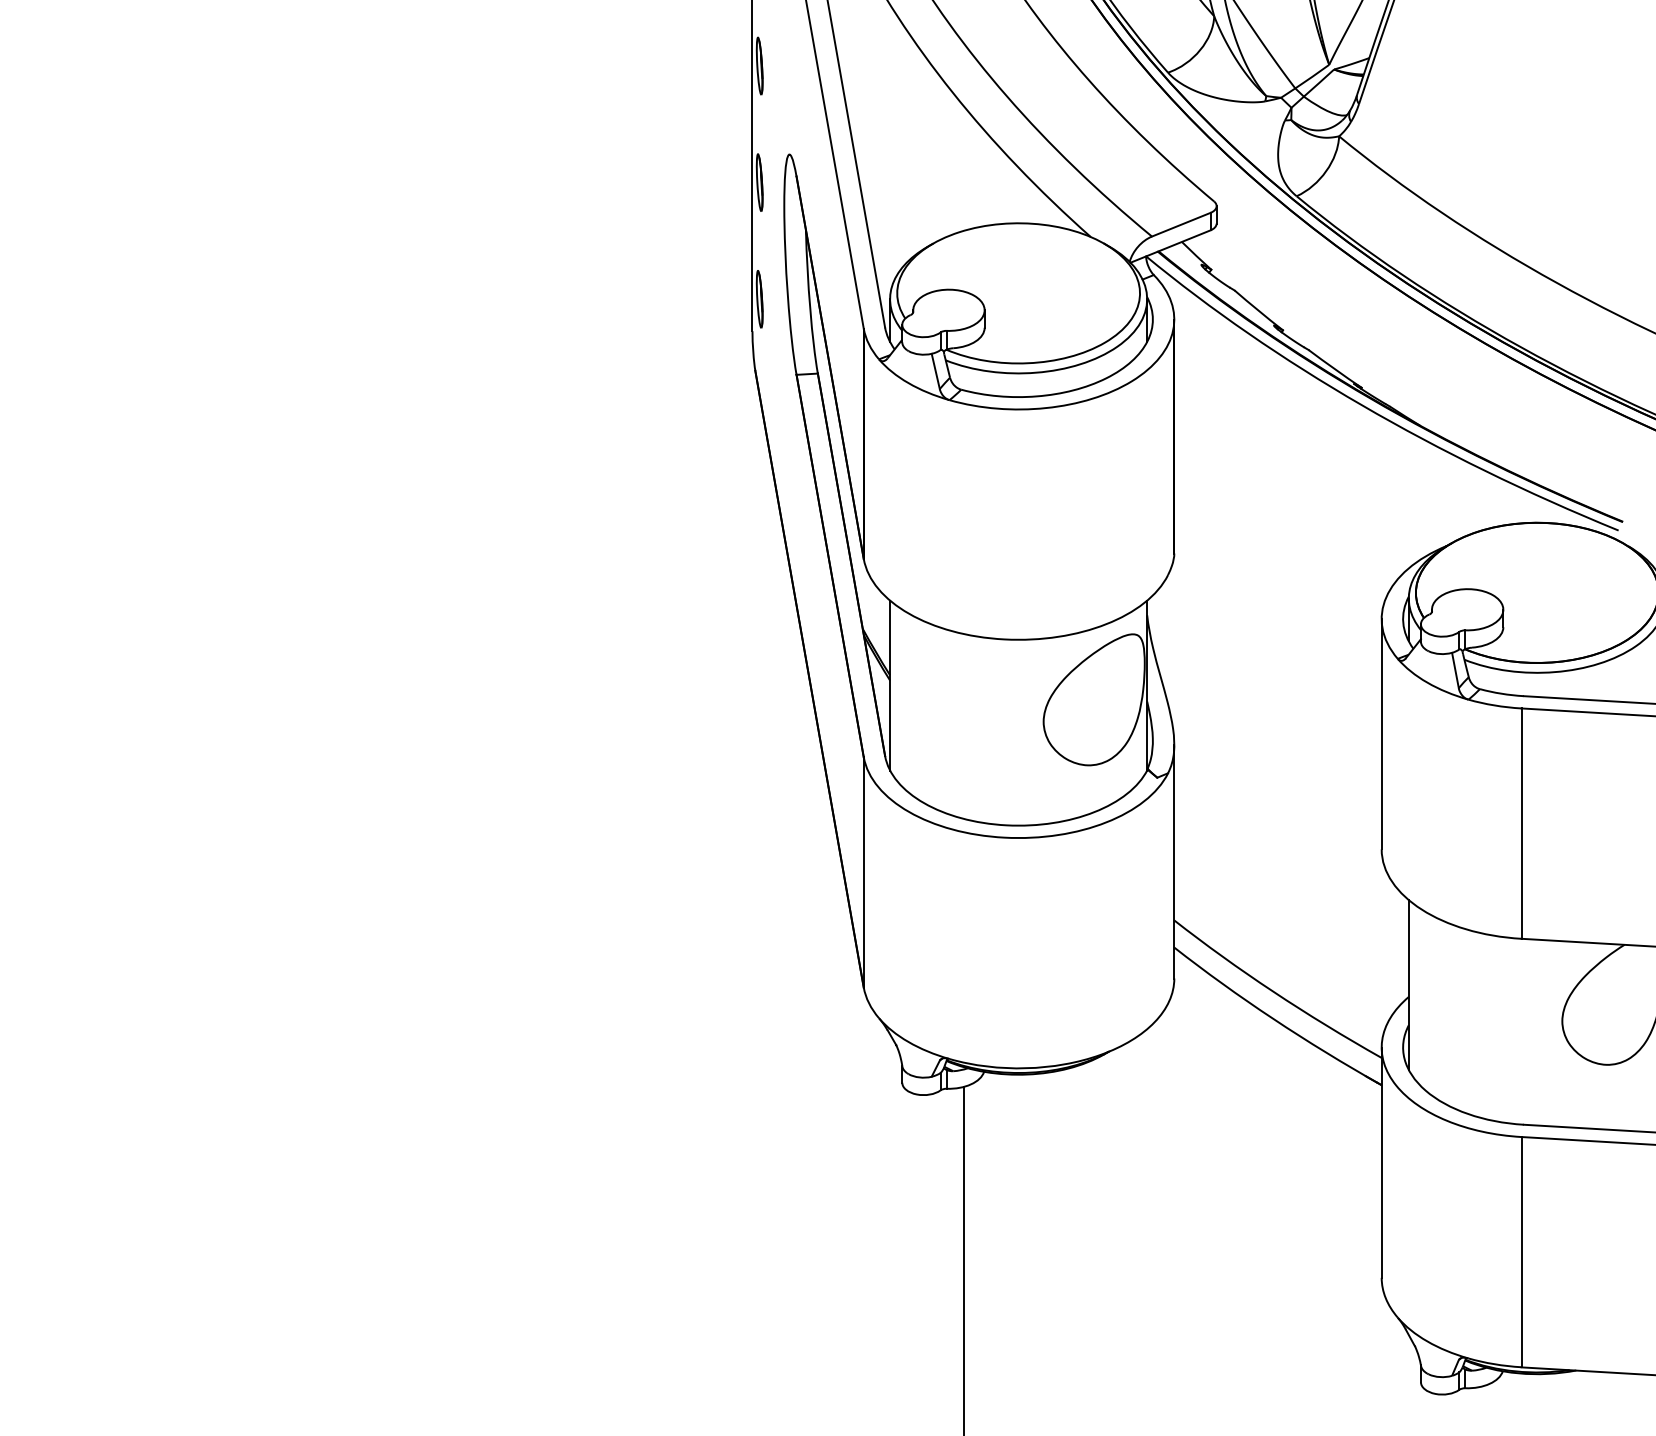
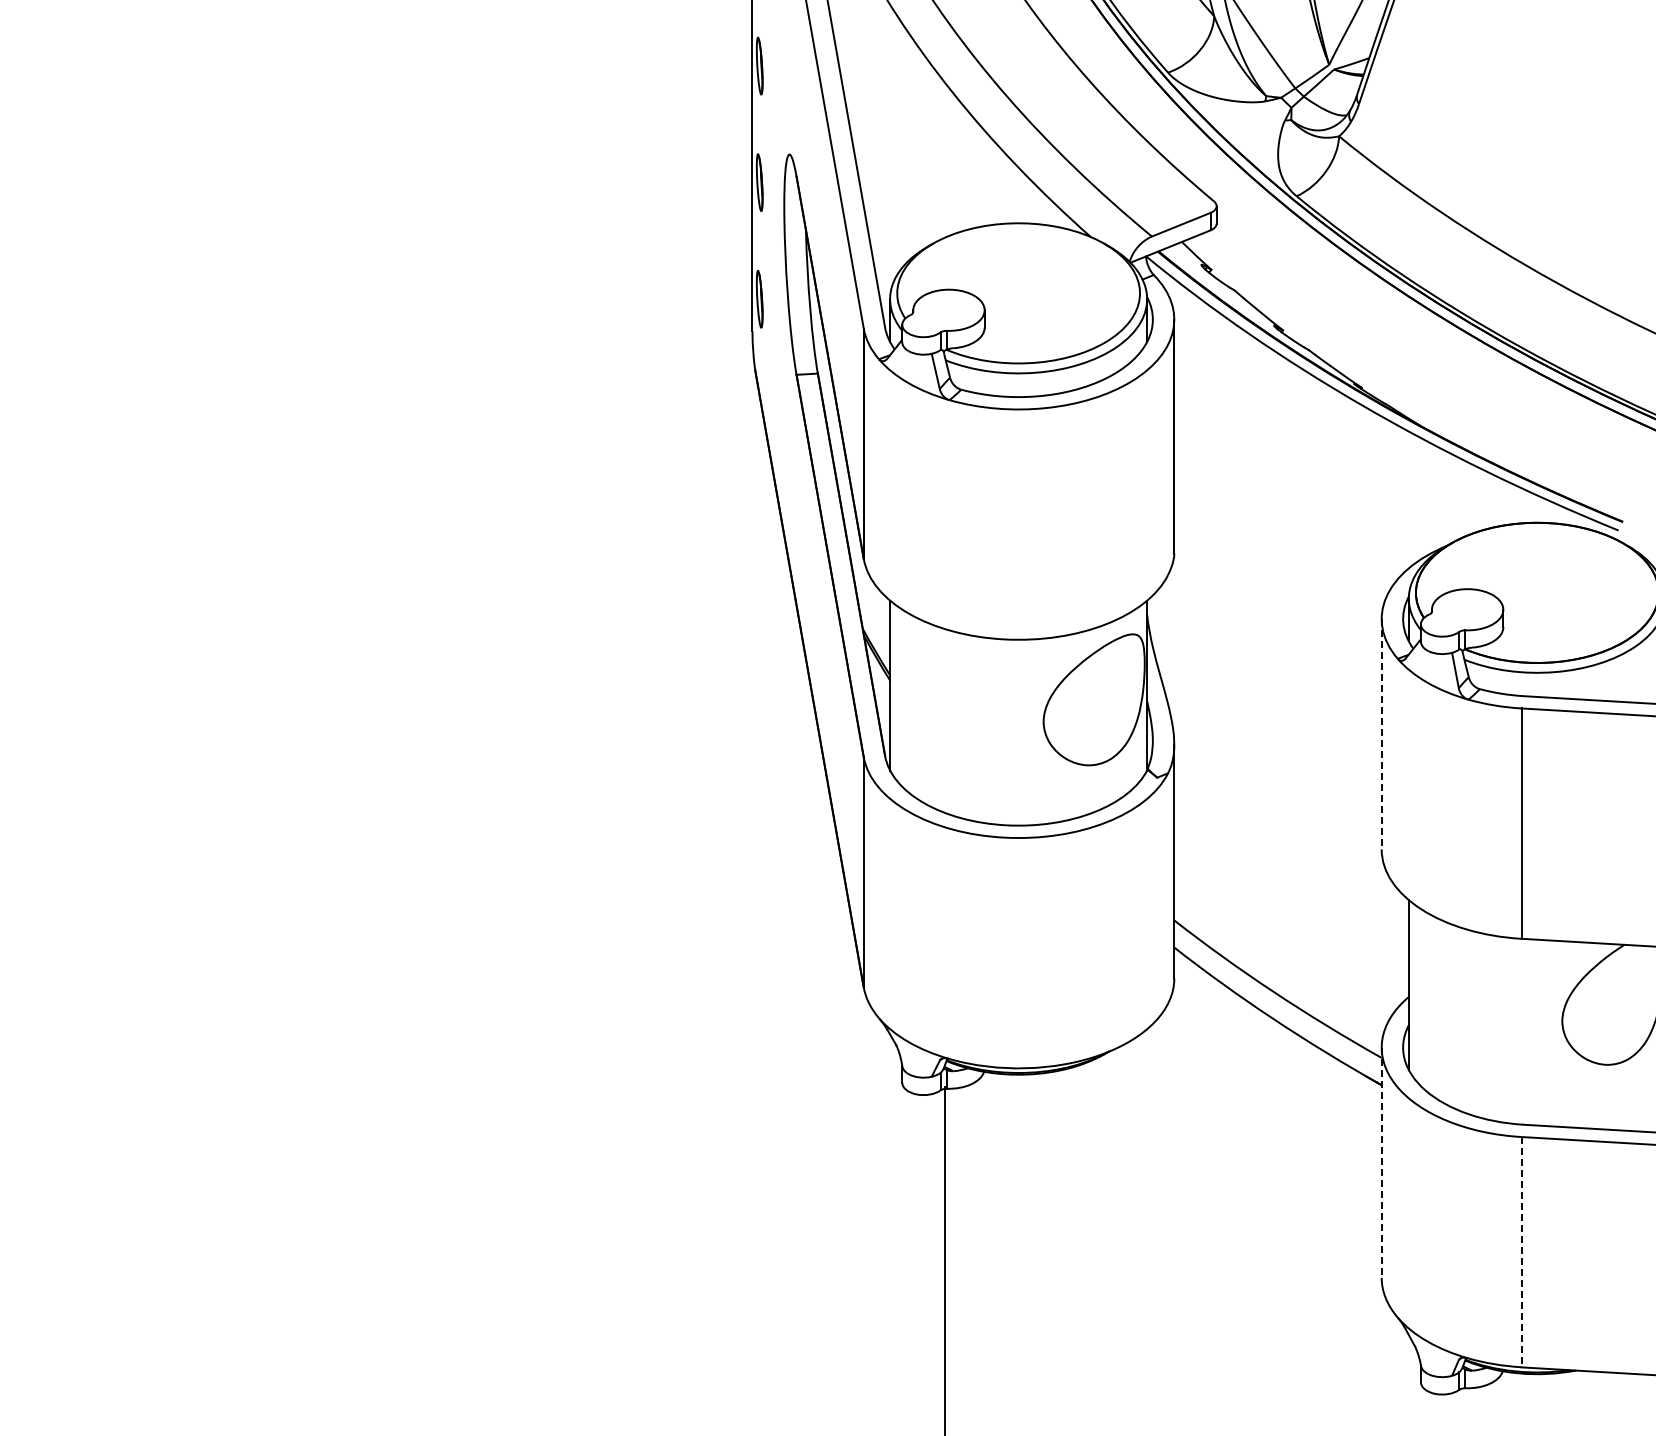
line at (1381, 734): solid -> dashed
line at (1381, 1163): solid -> dashed
line at (1521, 1252): solid -> dashed
line at (963, 1259) position: (963, 1259) -> (944, 1259)
